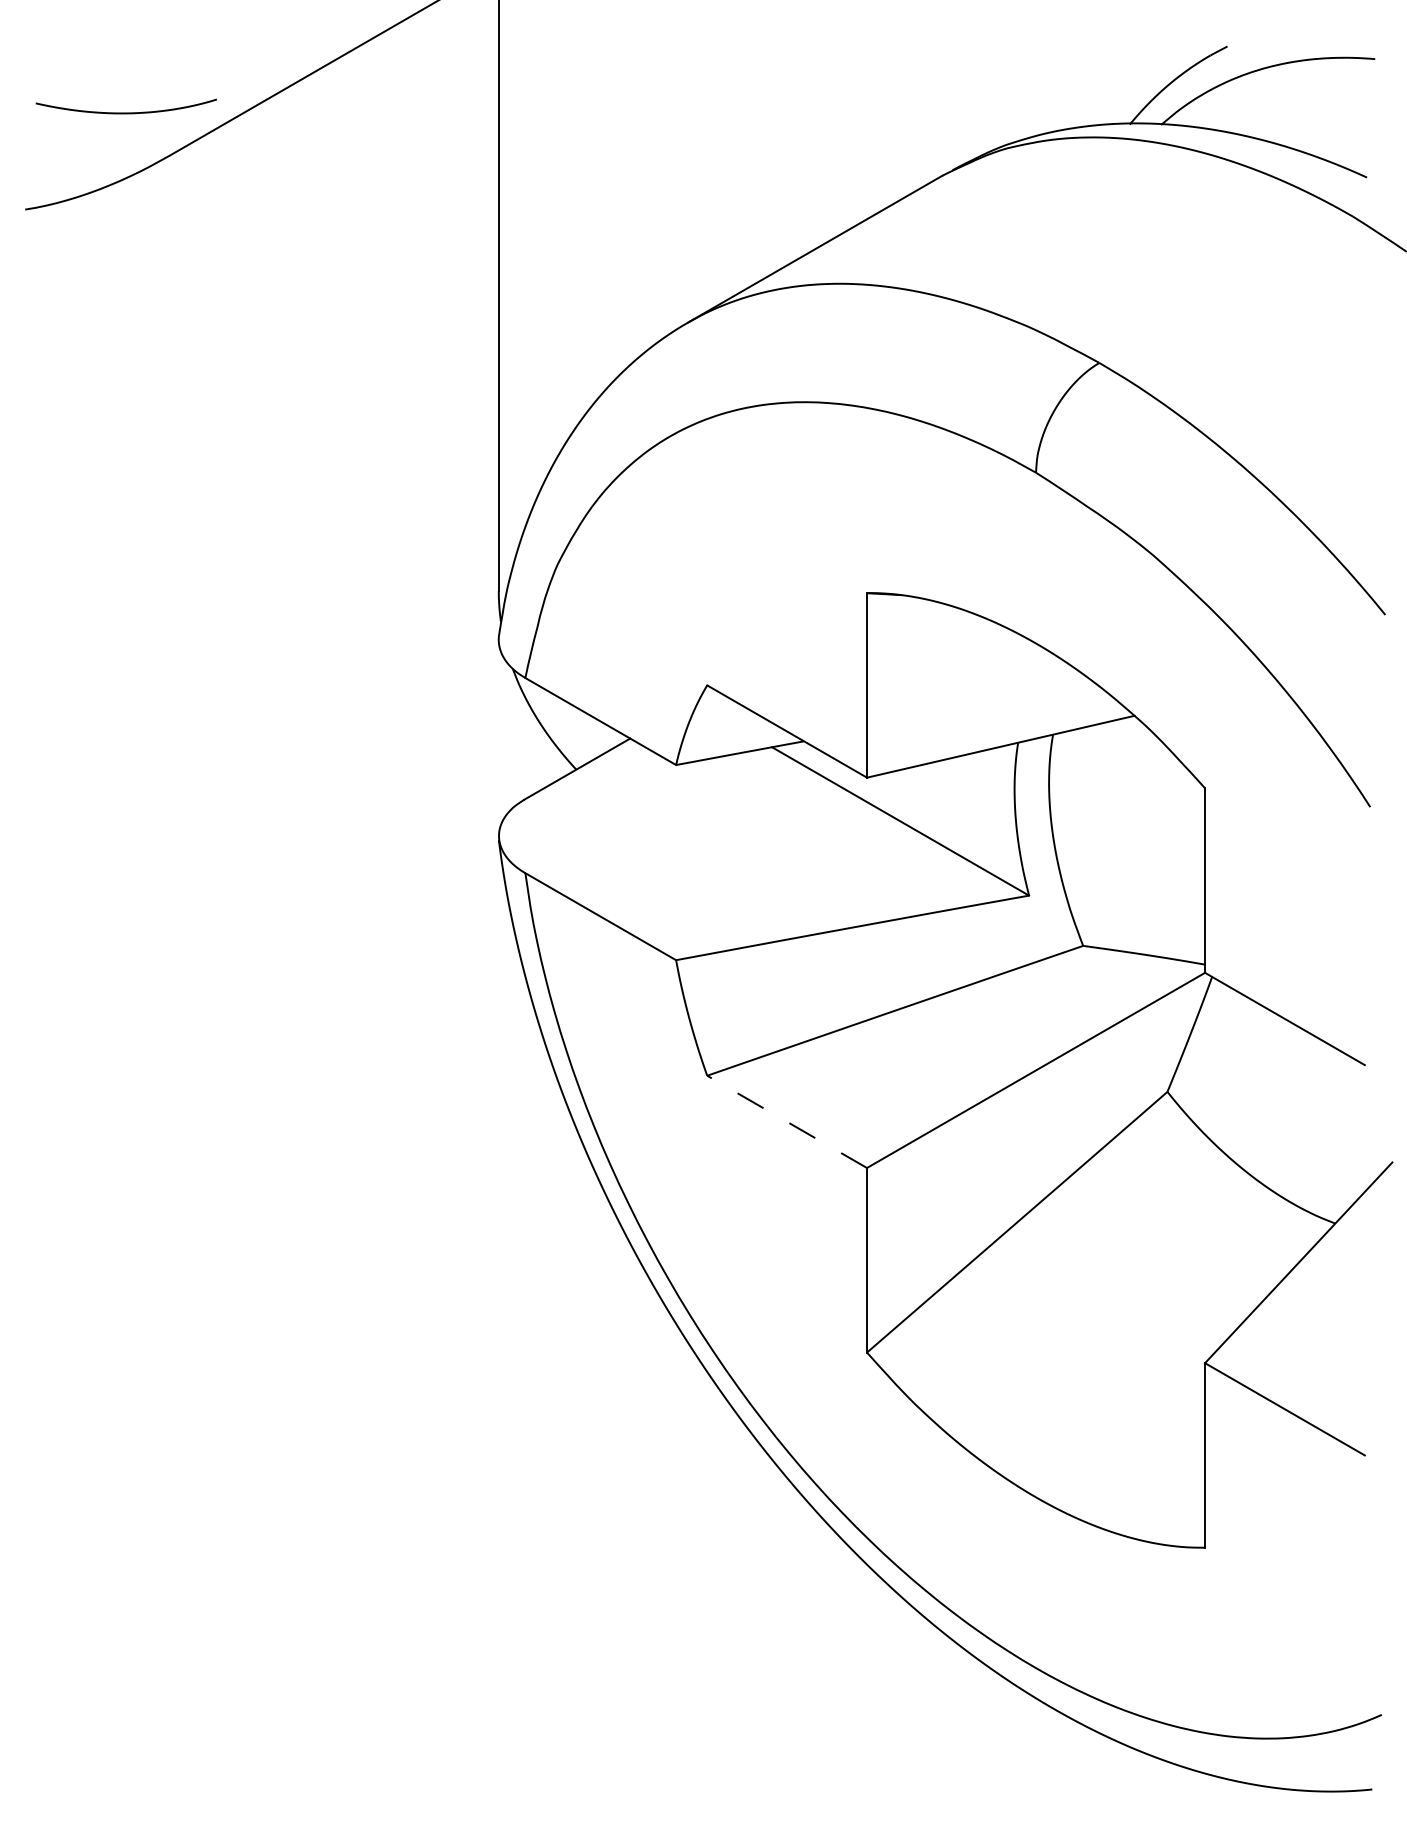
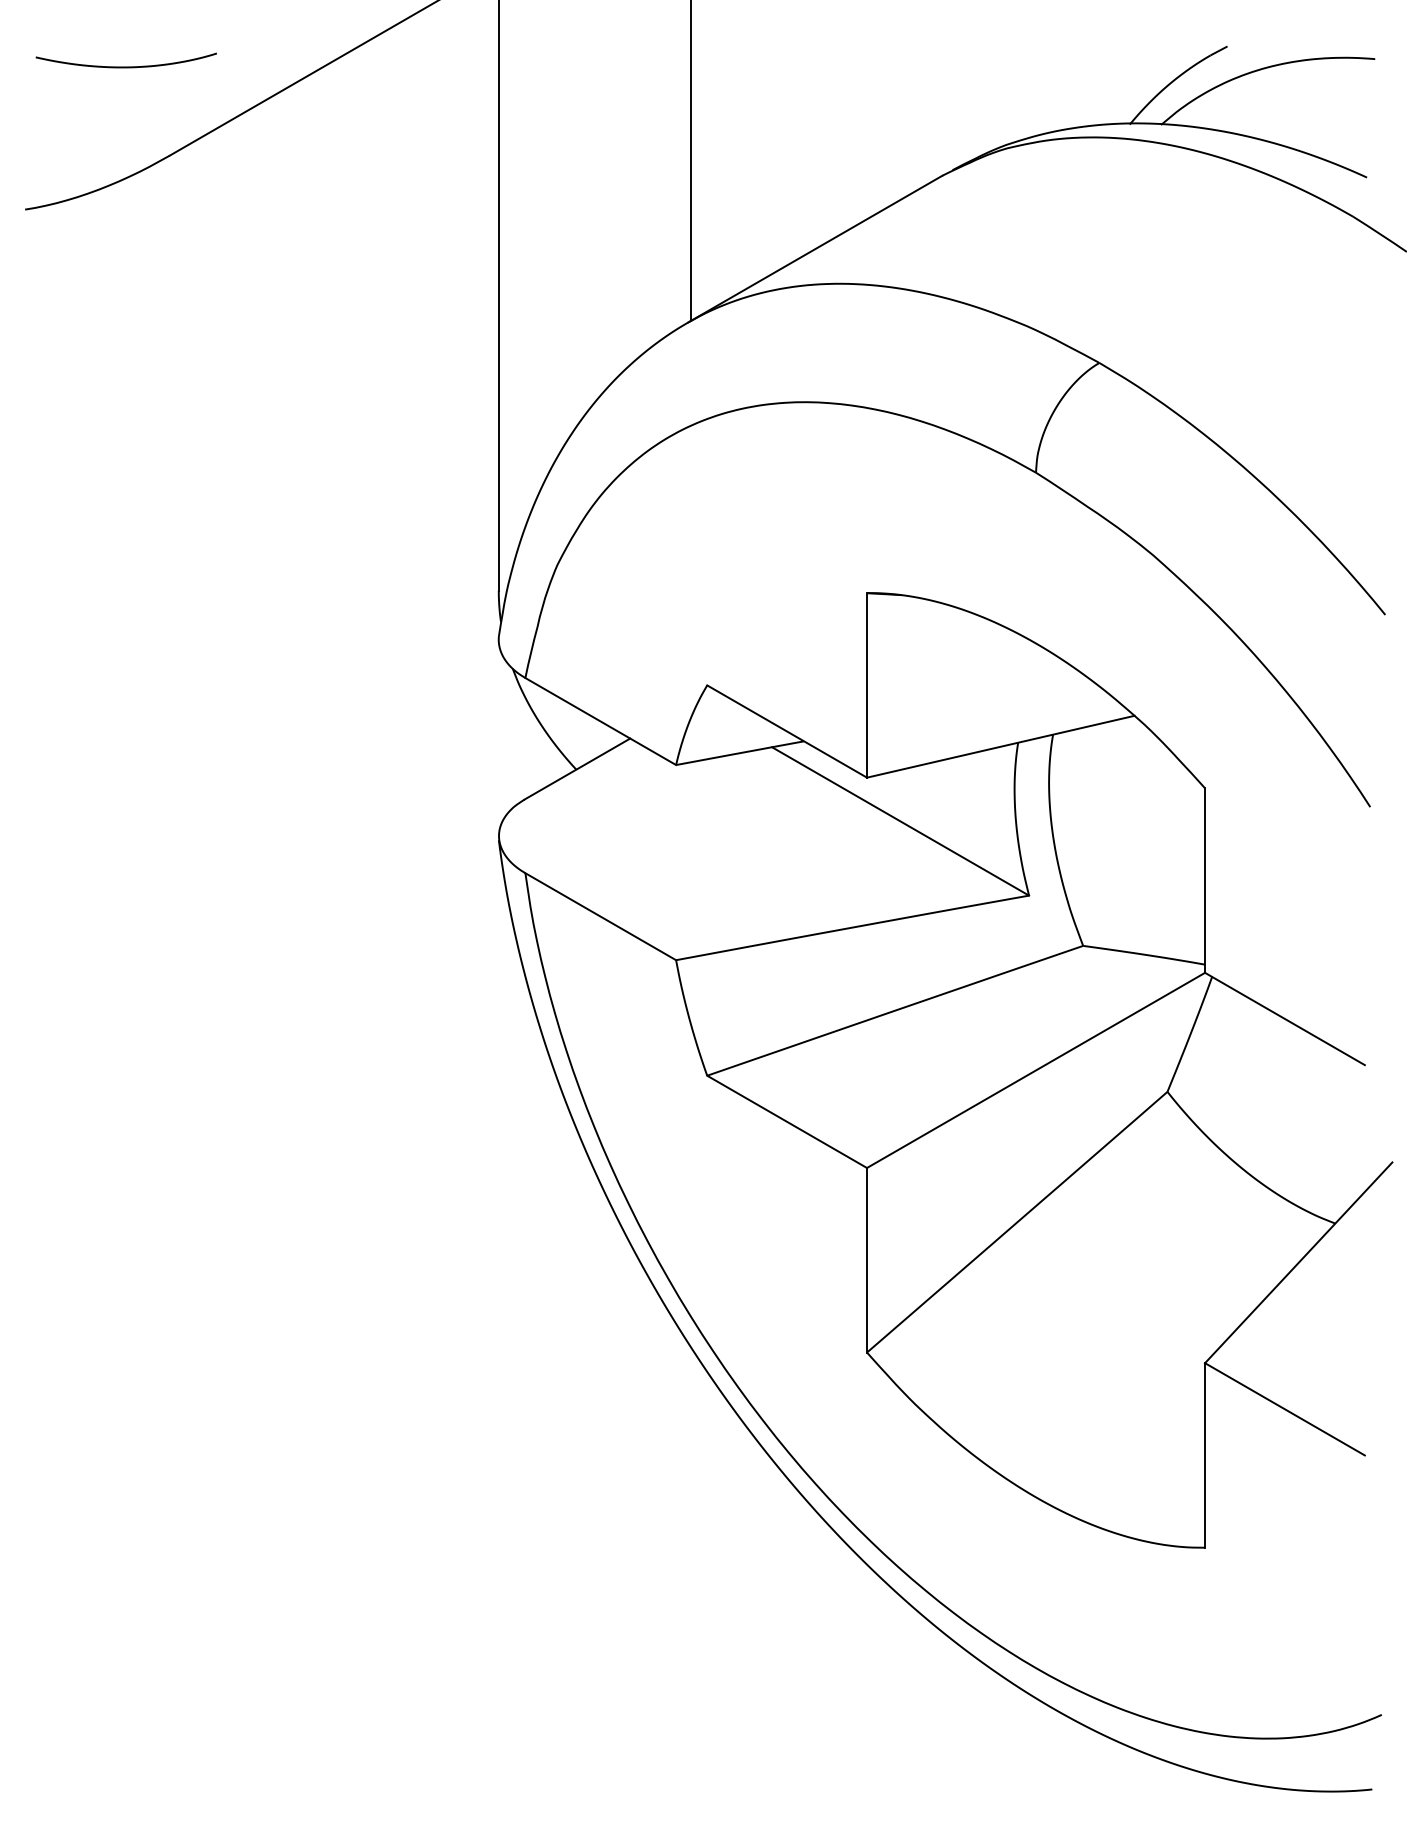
curve at (125, 112) position: (125, 112) -> (125, 66)
line at (691, 161): none -> present
line at (786, 1121): dashed -> solid
